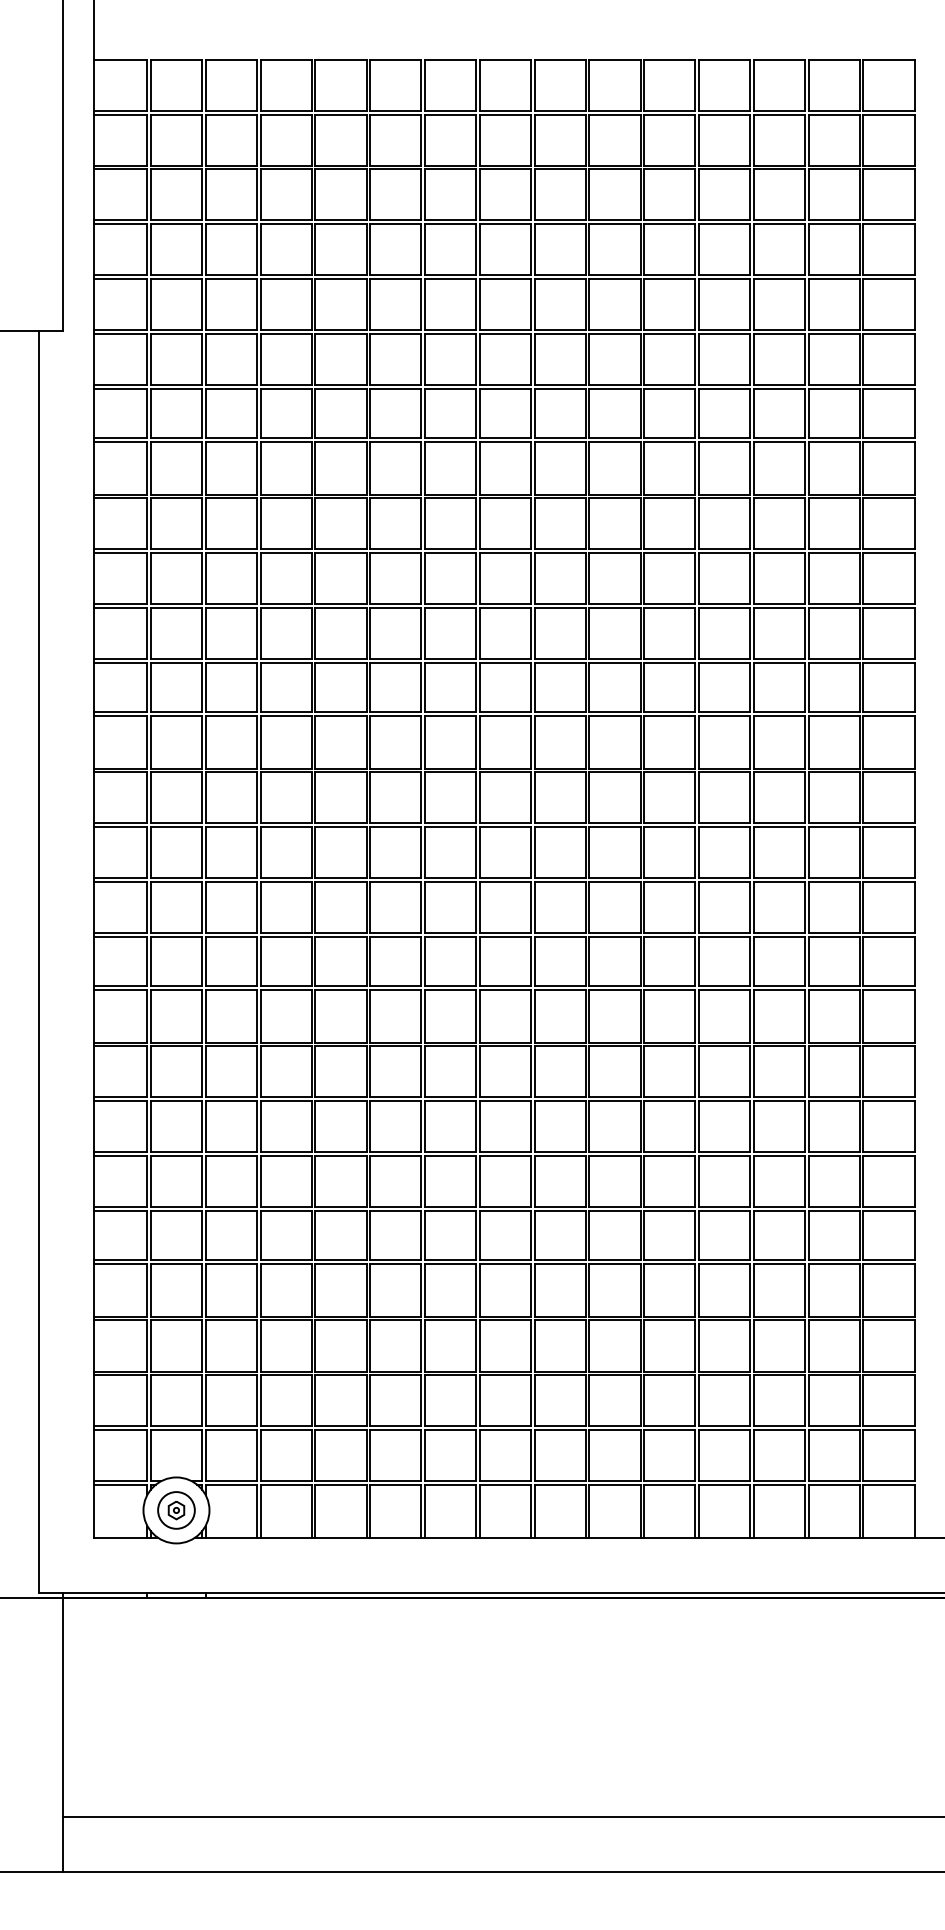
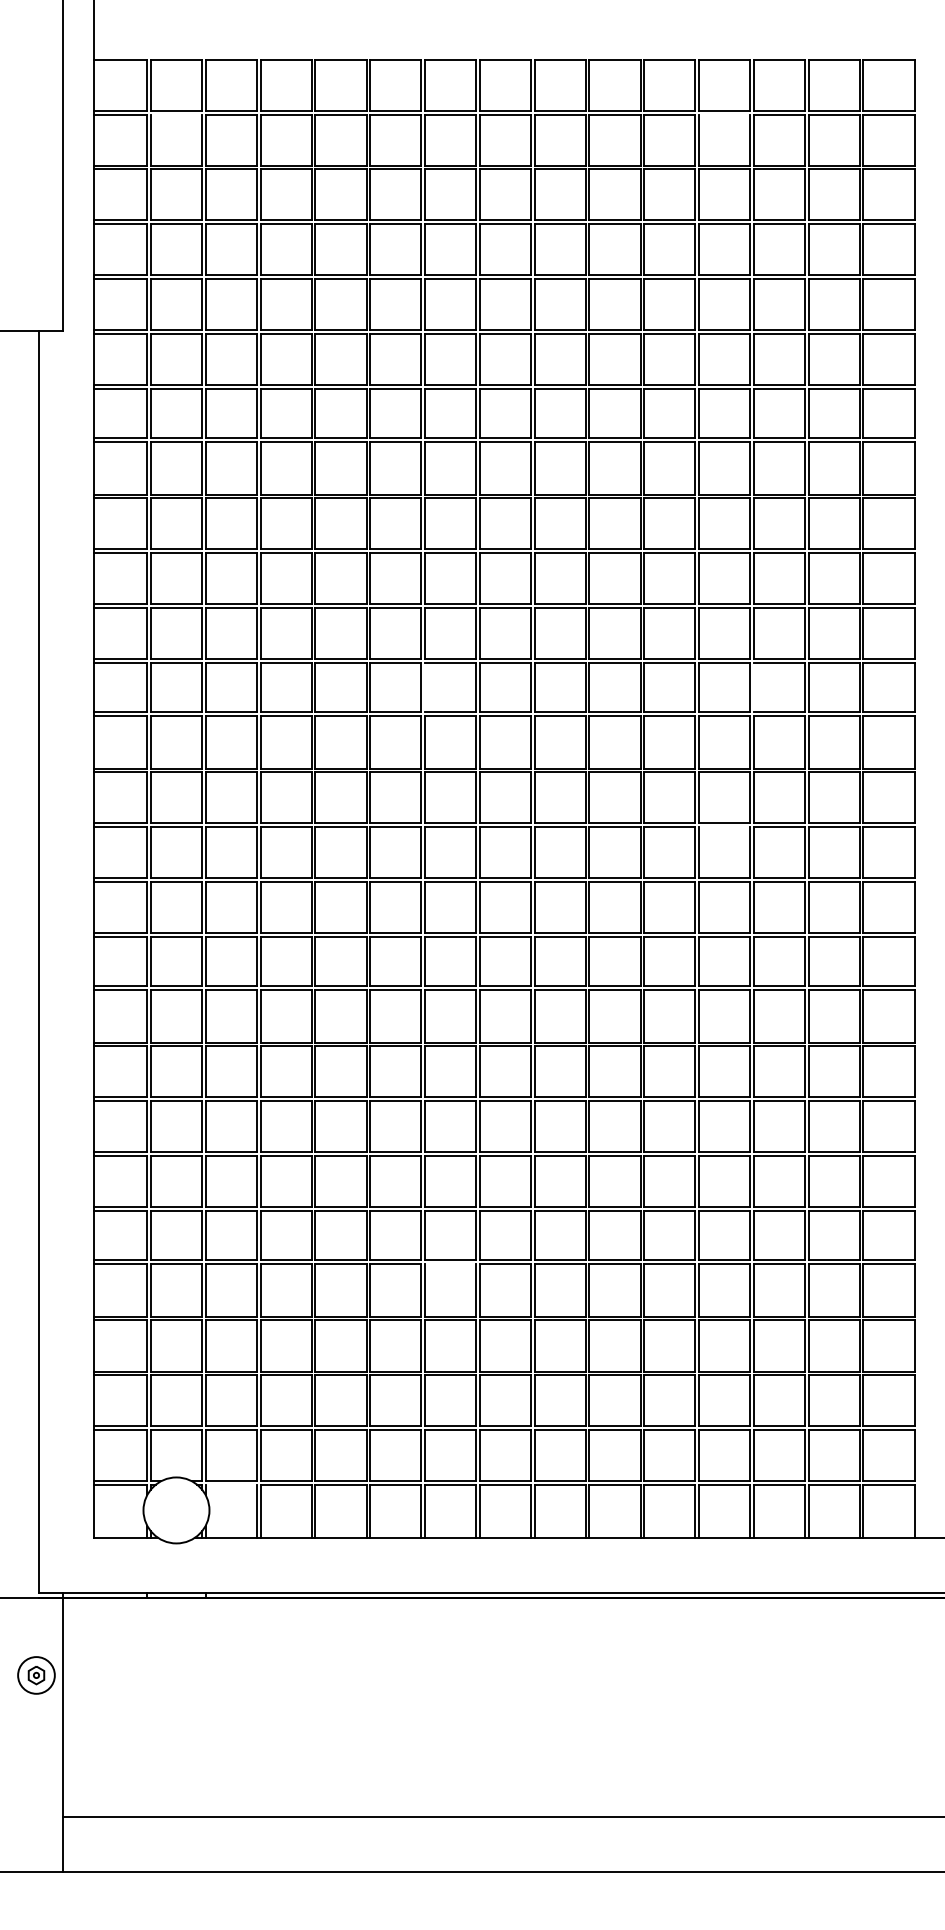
line at (176, 114): present -> none
line at (724, 114): present -> none
line at (424, 686): present -> none
line at (753, 686): present -> none
line at (724, 827): present -> none
line at (450, 1263): present -> none
line at (230, 1484): present -> none
part at (176, 1510) position: (176, 1510) -> (36, 1675)
